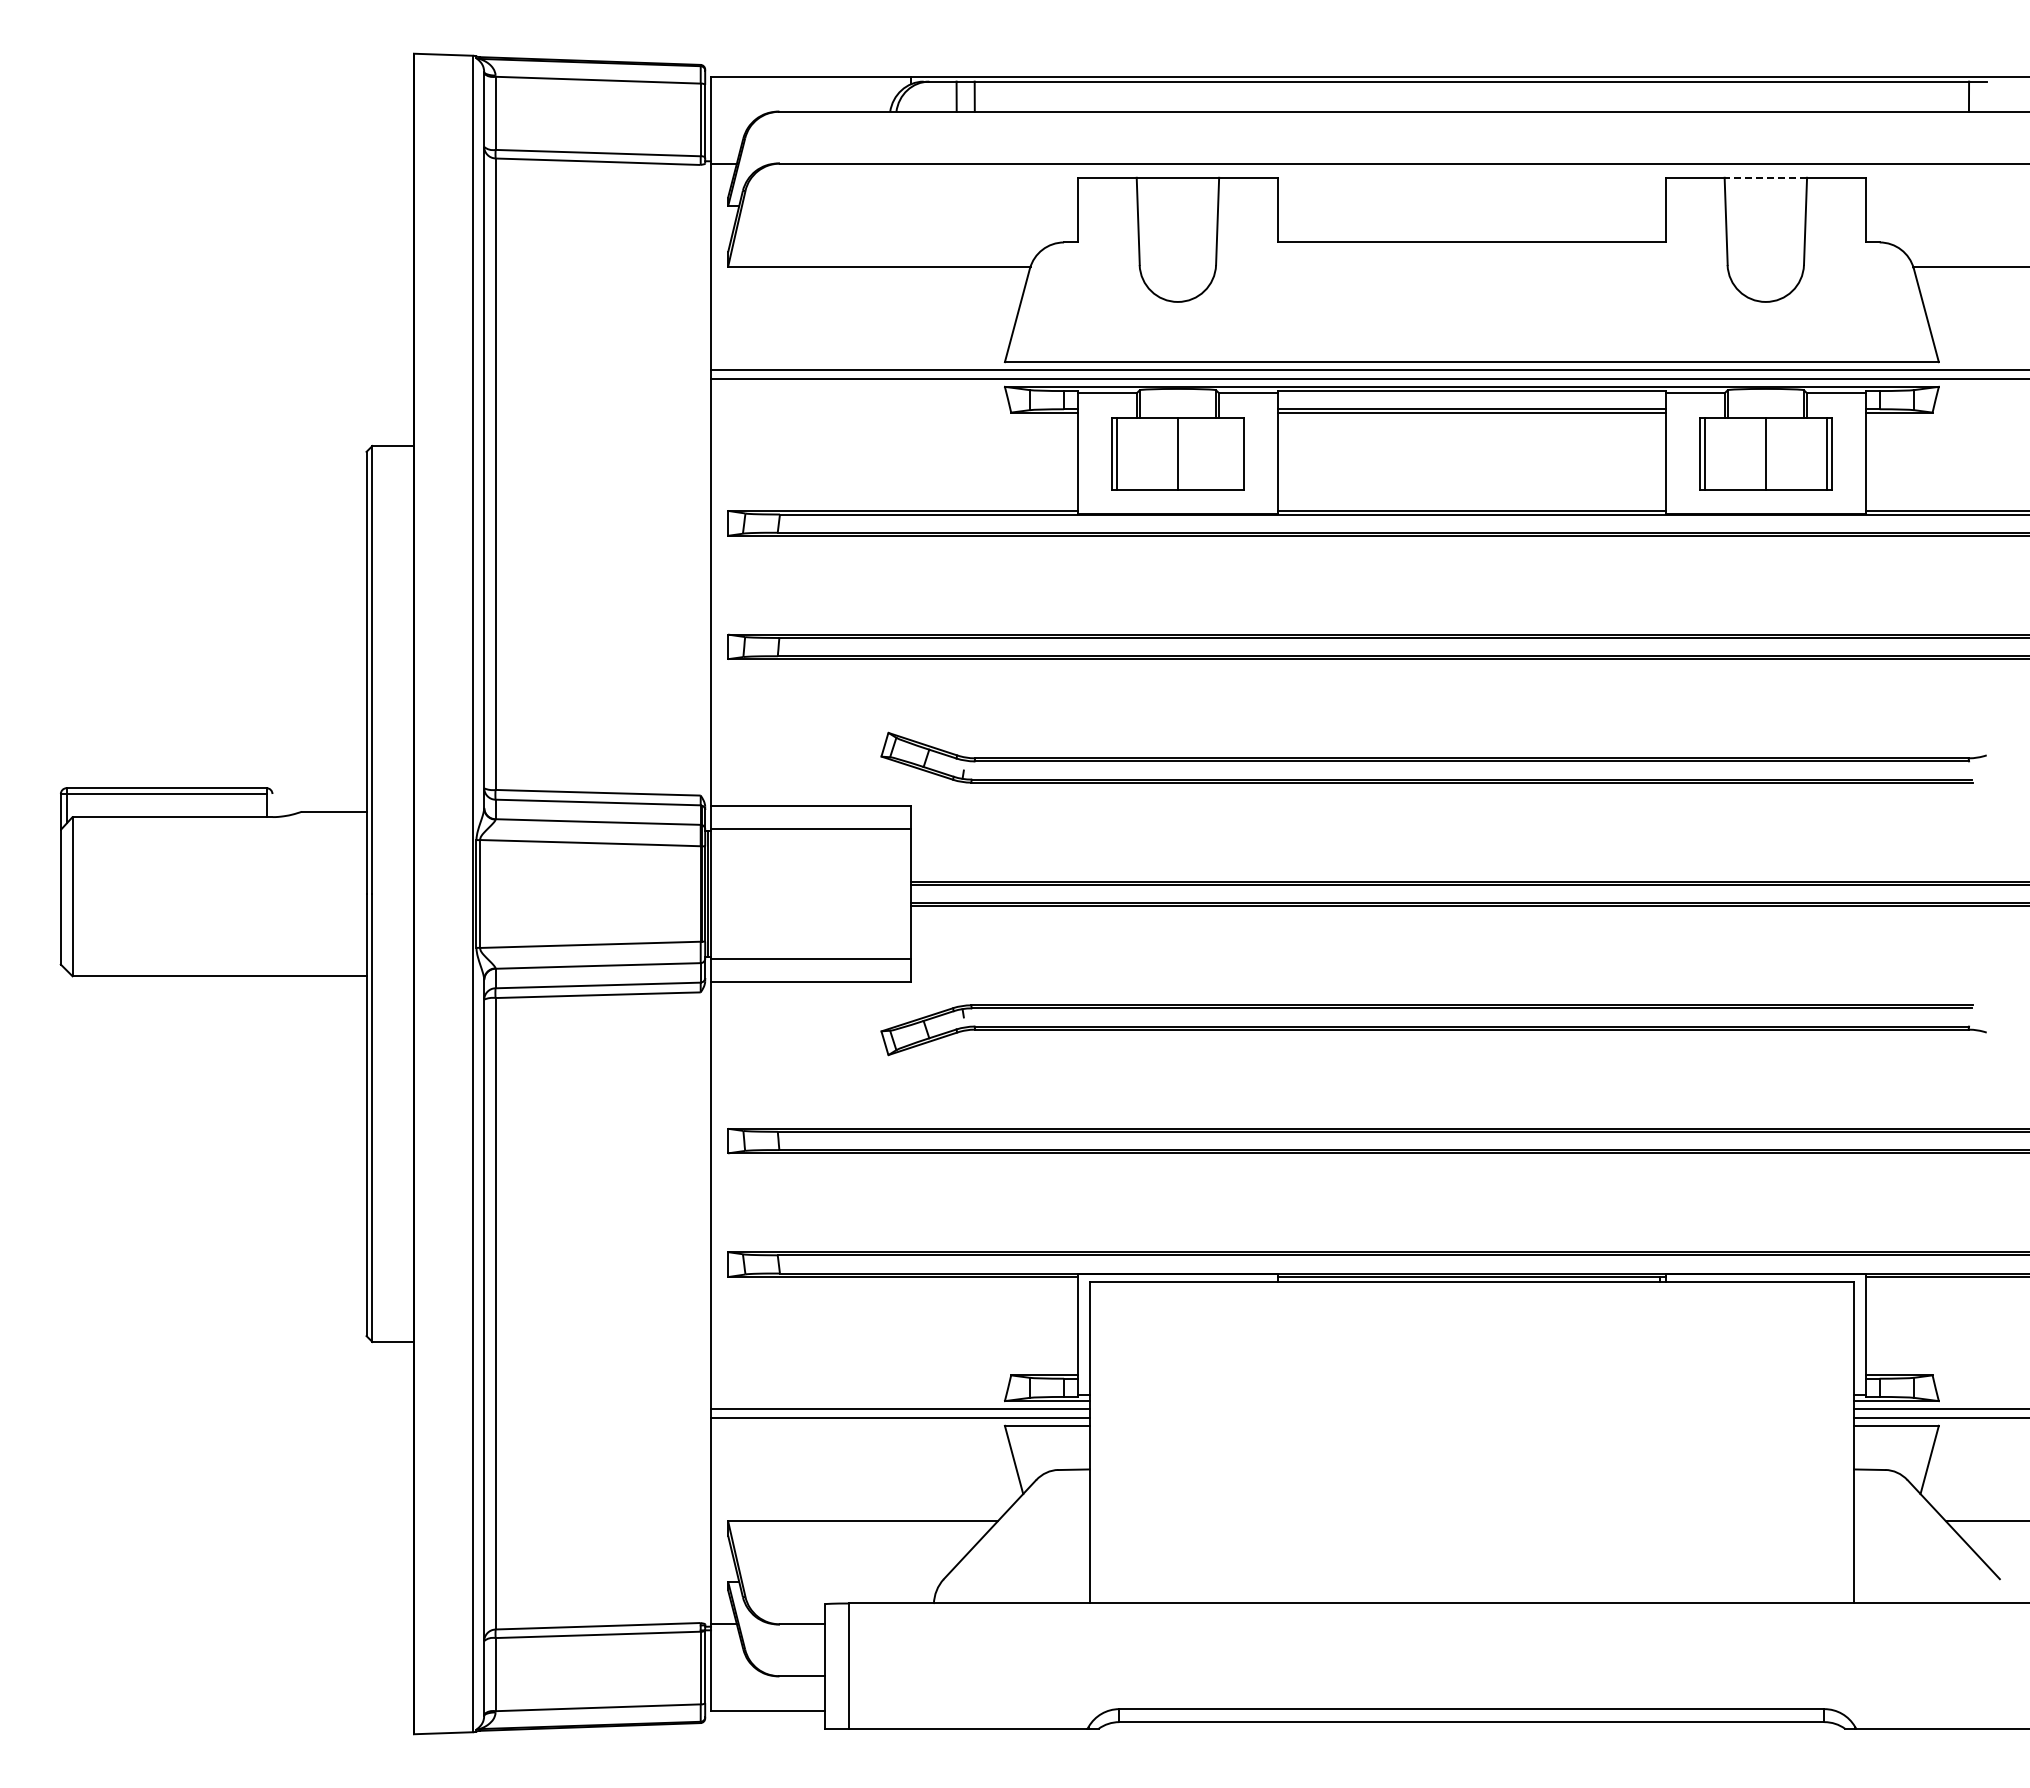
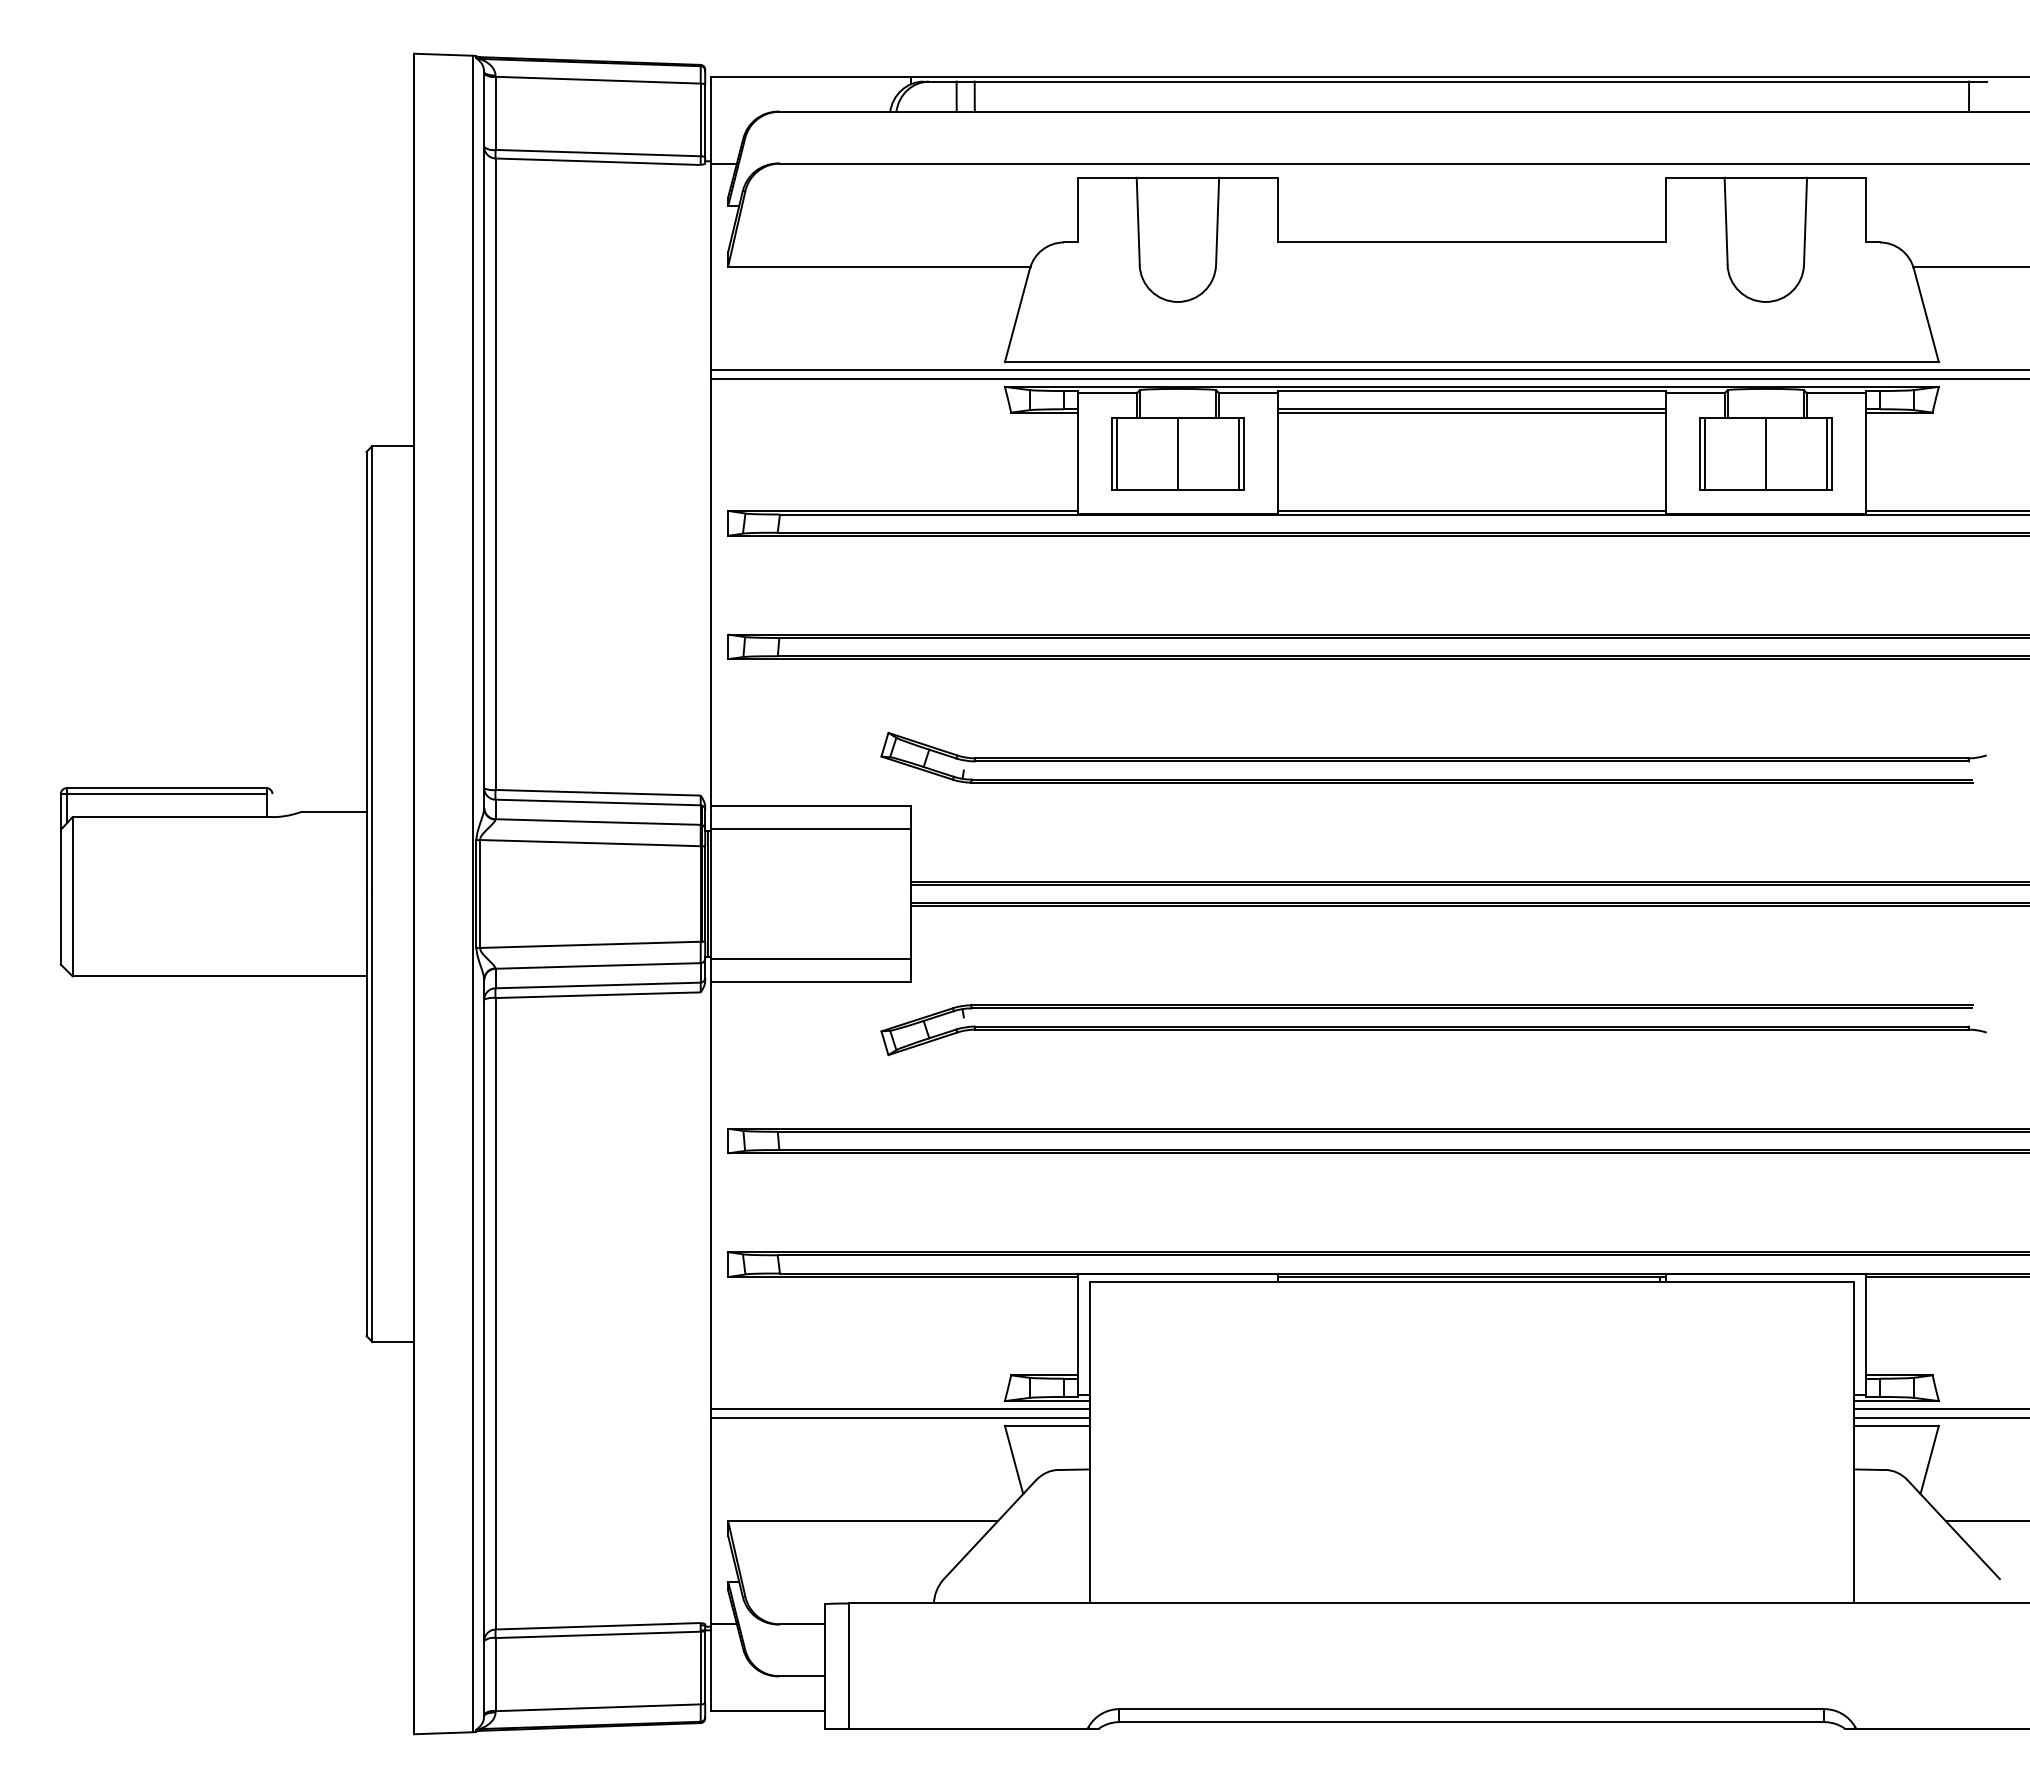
line at (1765, 177): dashed -> solid
line at (1239, 453): none -> present
